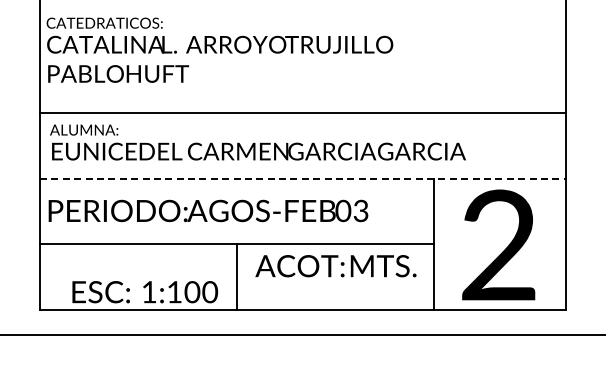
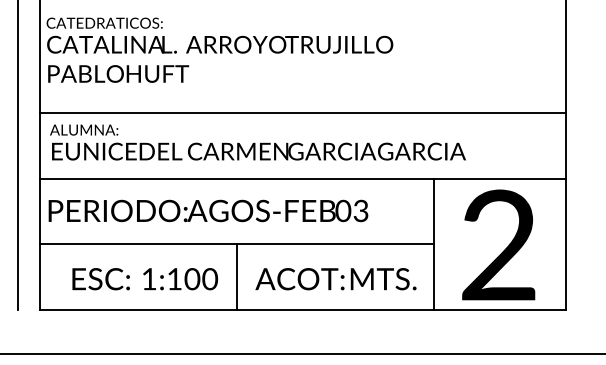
line at (18, 156): none -> present
line at (303, 178): dashed -> solid
text at (335, 266) position: (335, 266) -> (335, 279)
text at (145, 292) position: (145, 292) -> (145, 279)
line at (302, 334) position: (302, 334) -> (302, 353)
